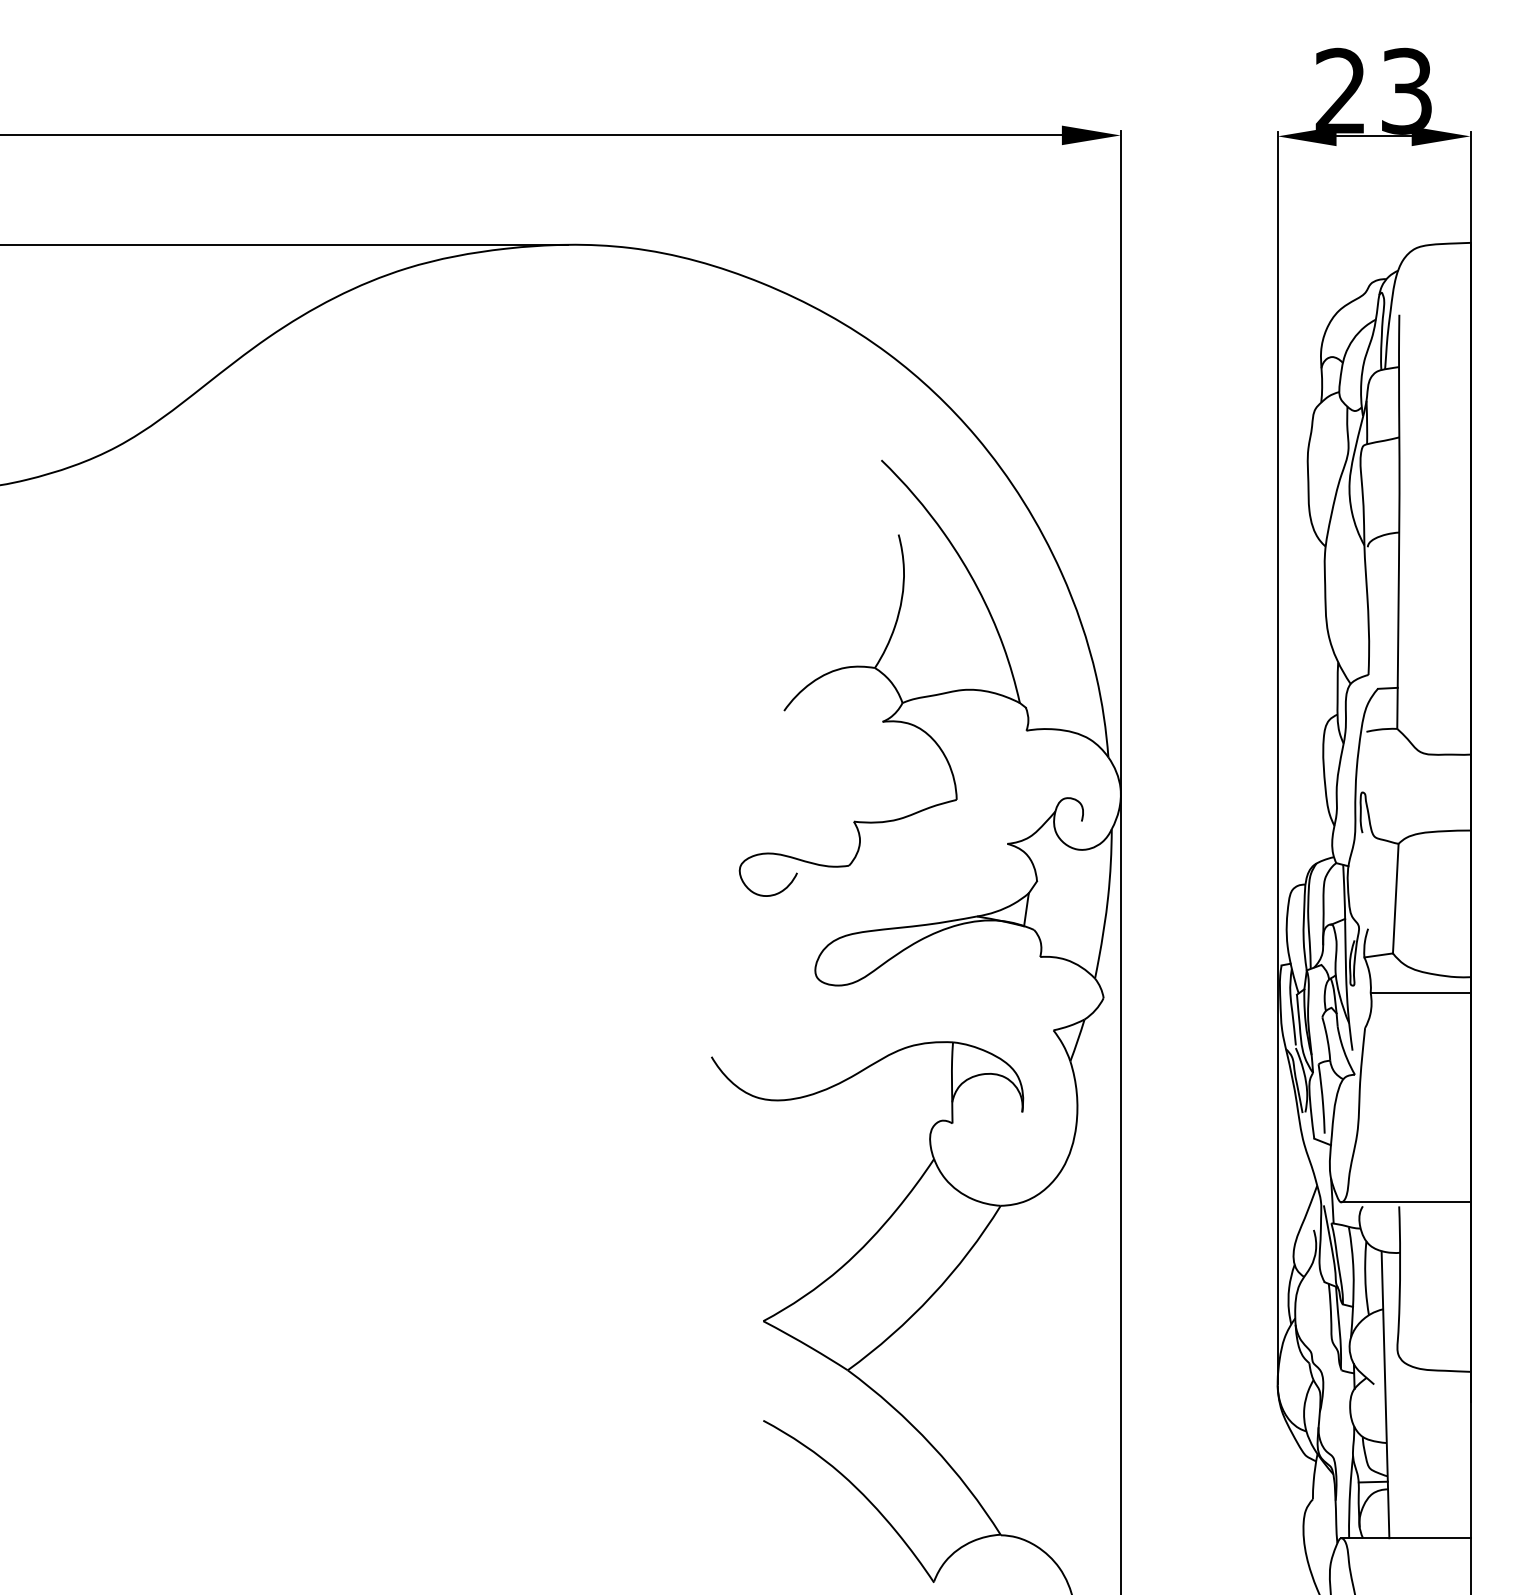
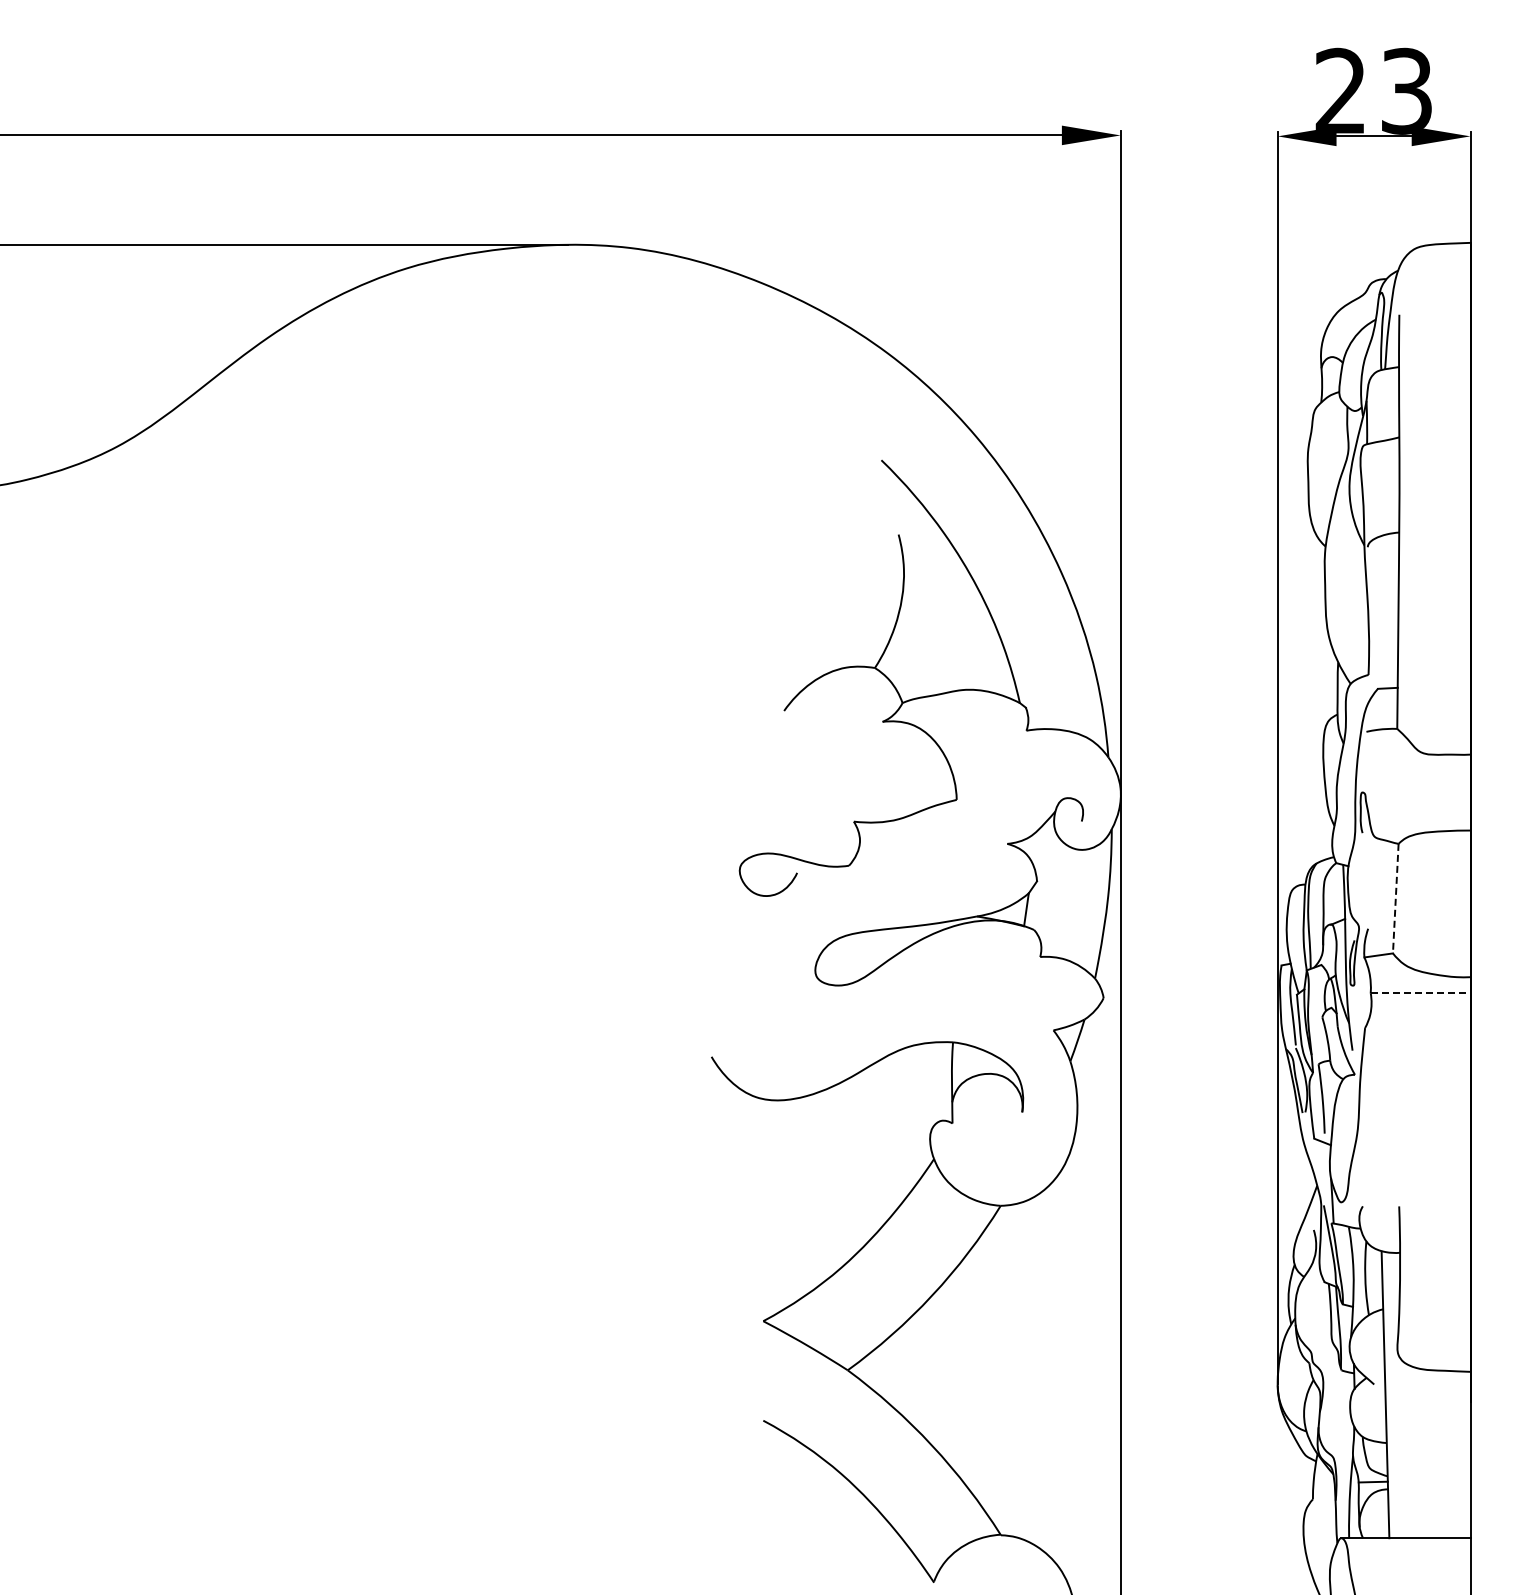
line at (1395, 898): solid -> dashed
line at (1420, 993): solid -> dashed
line at (1405, 1202): present -> none
